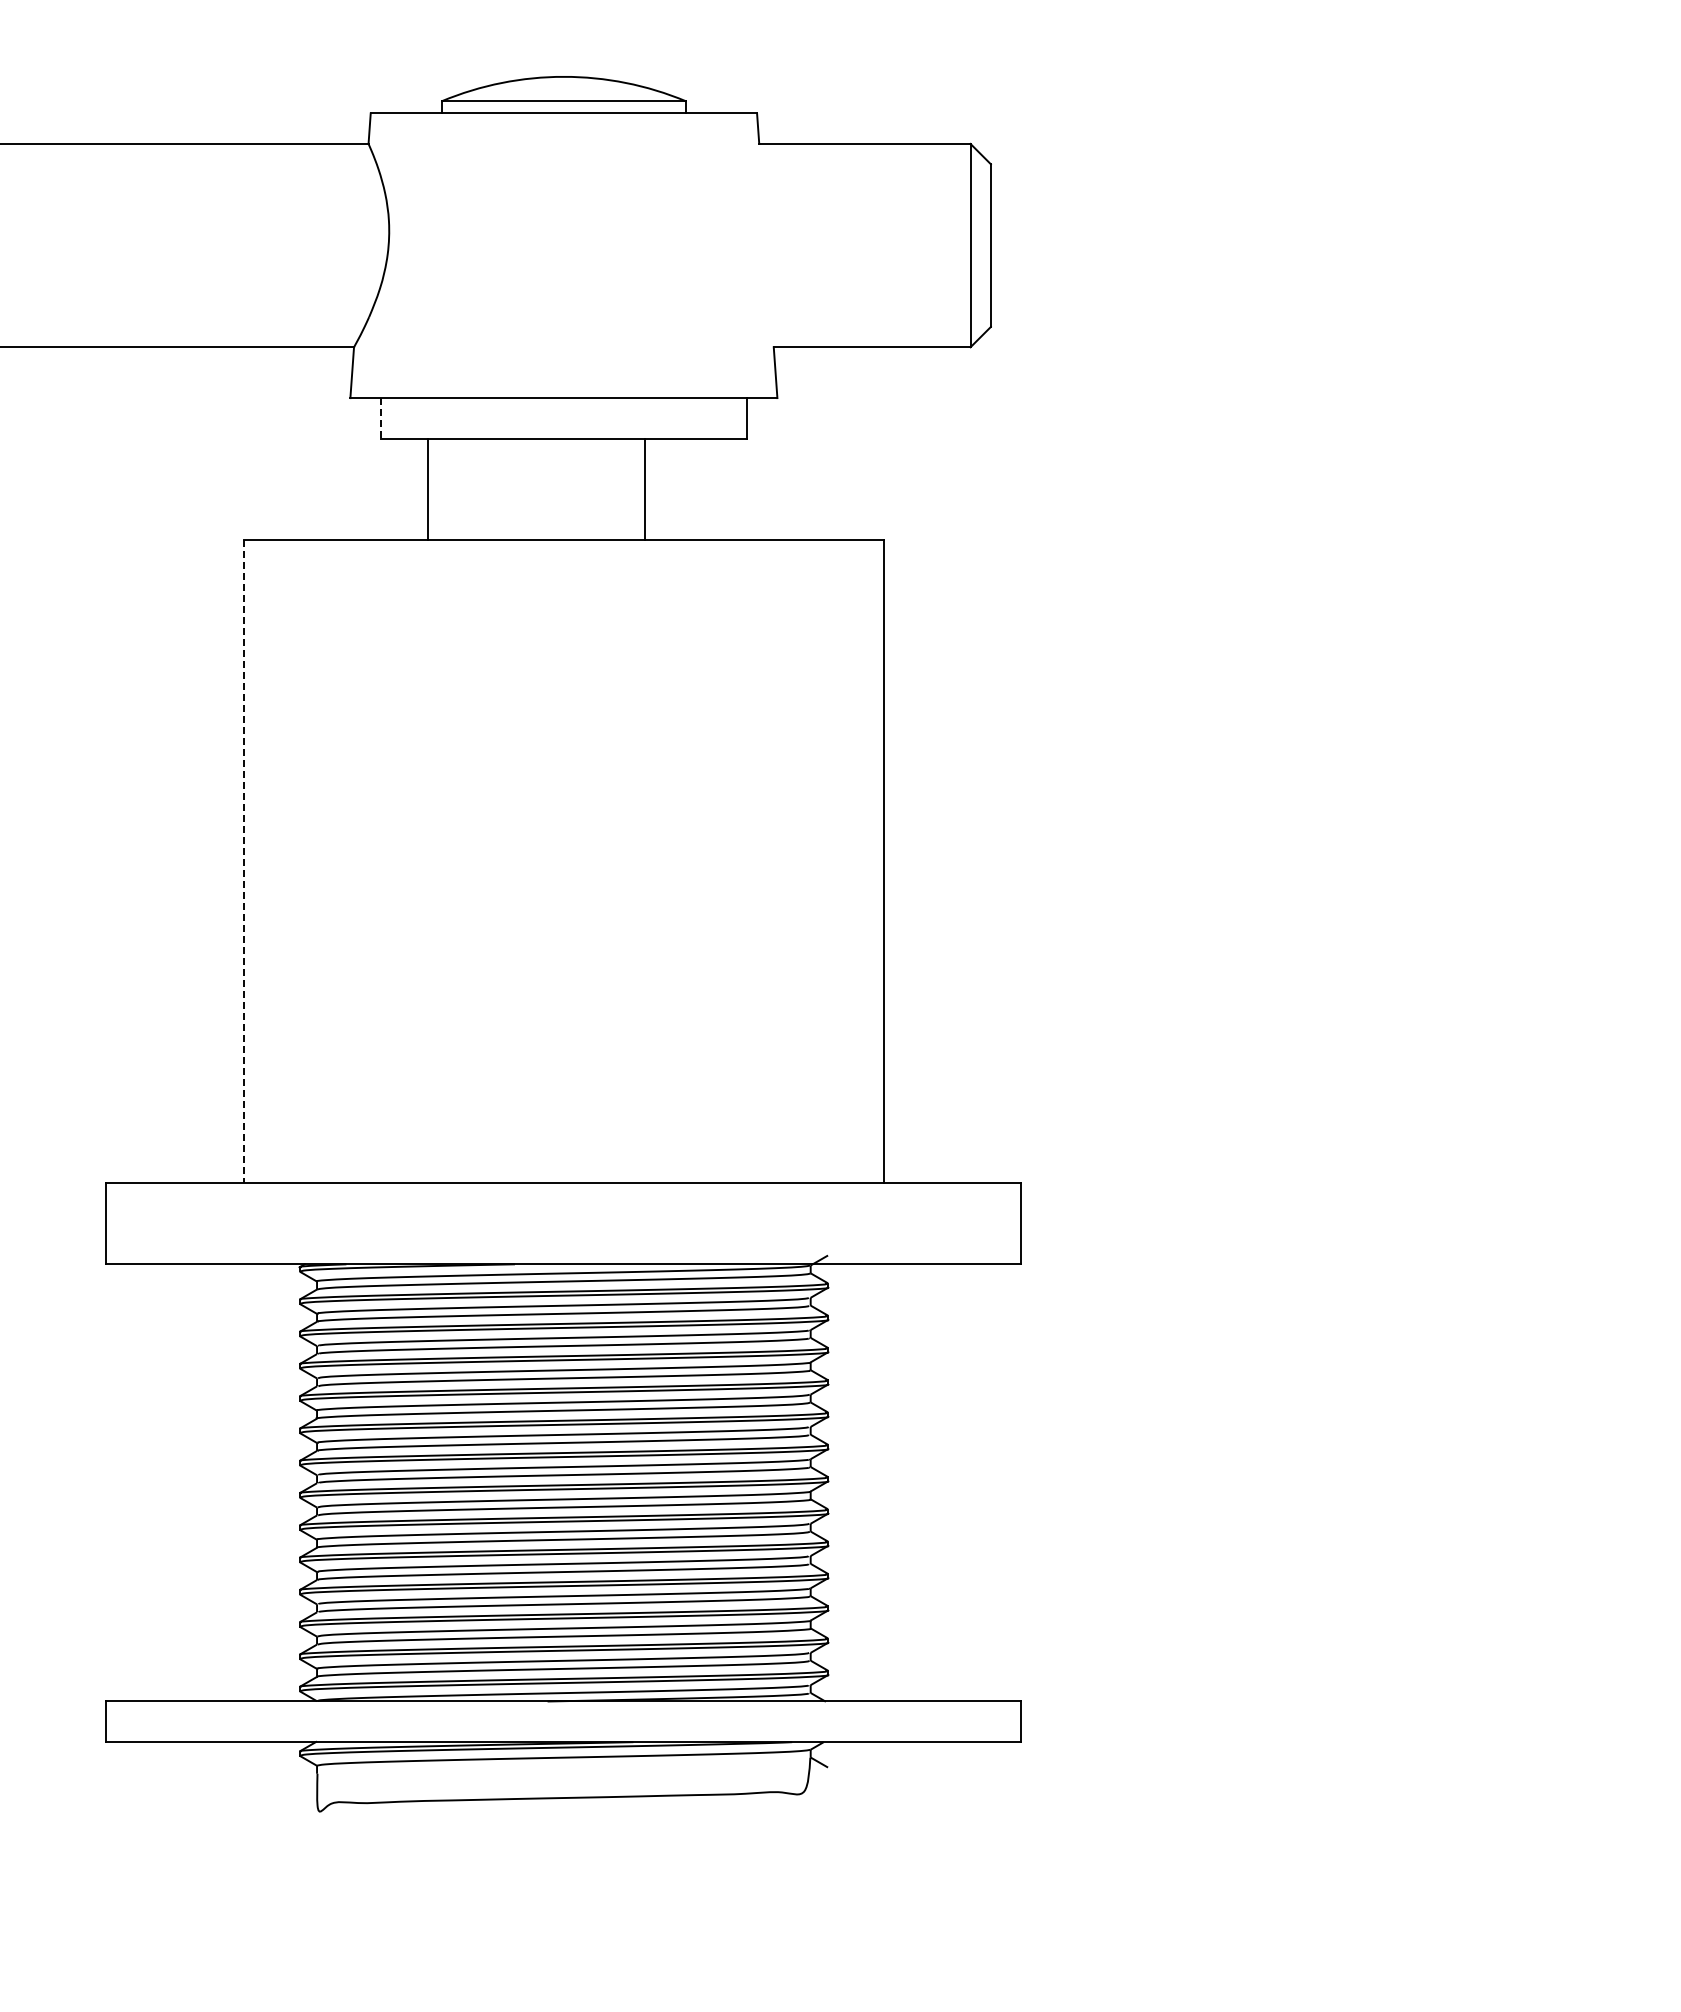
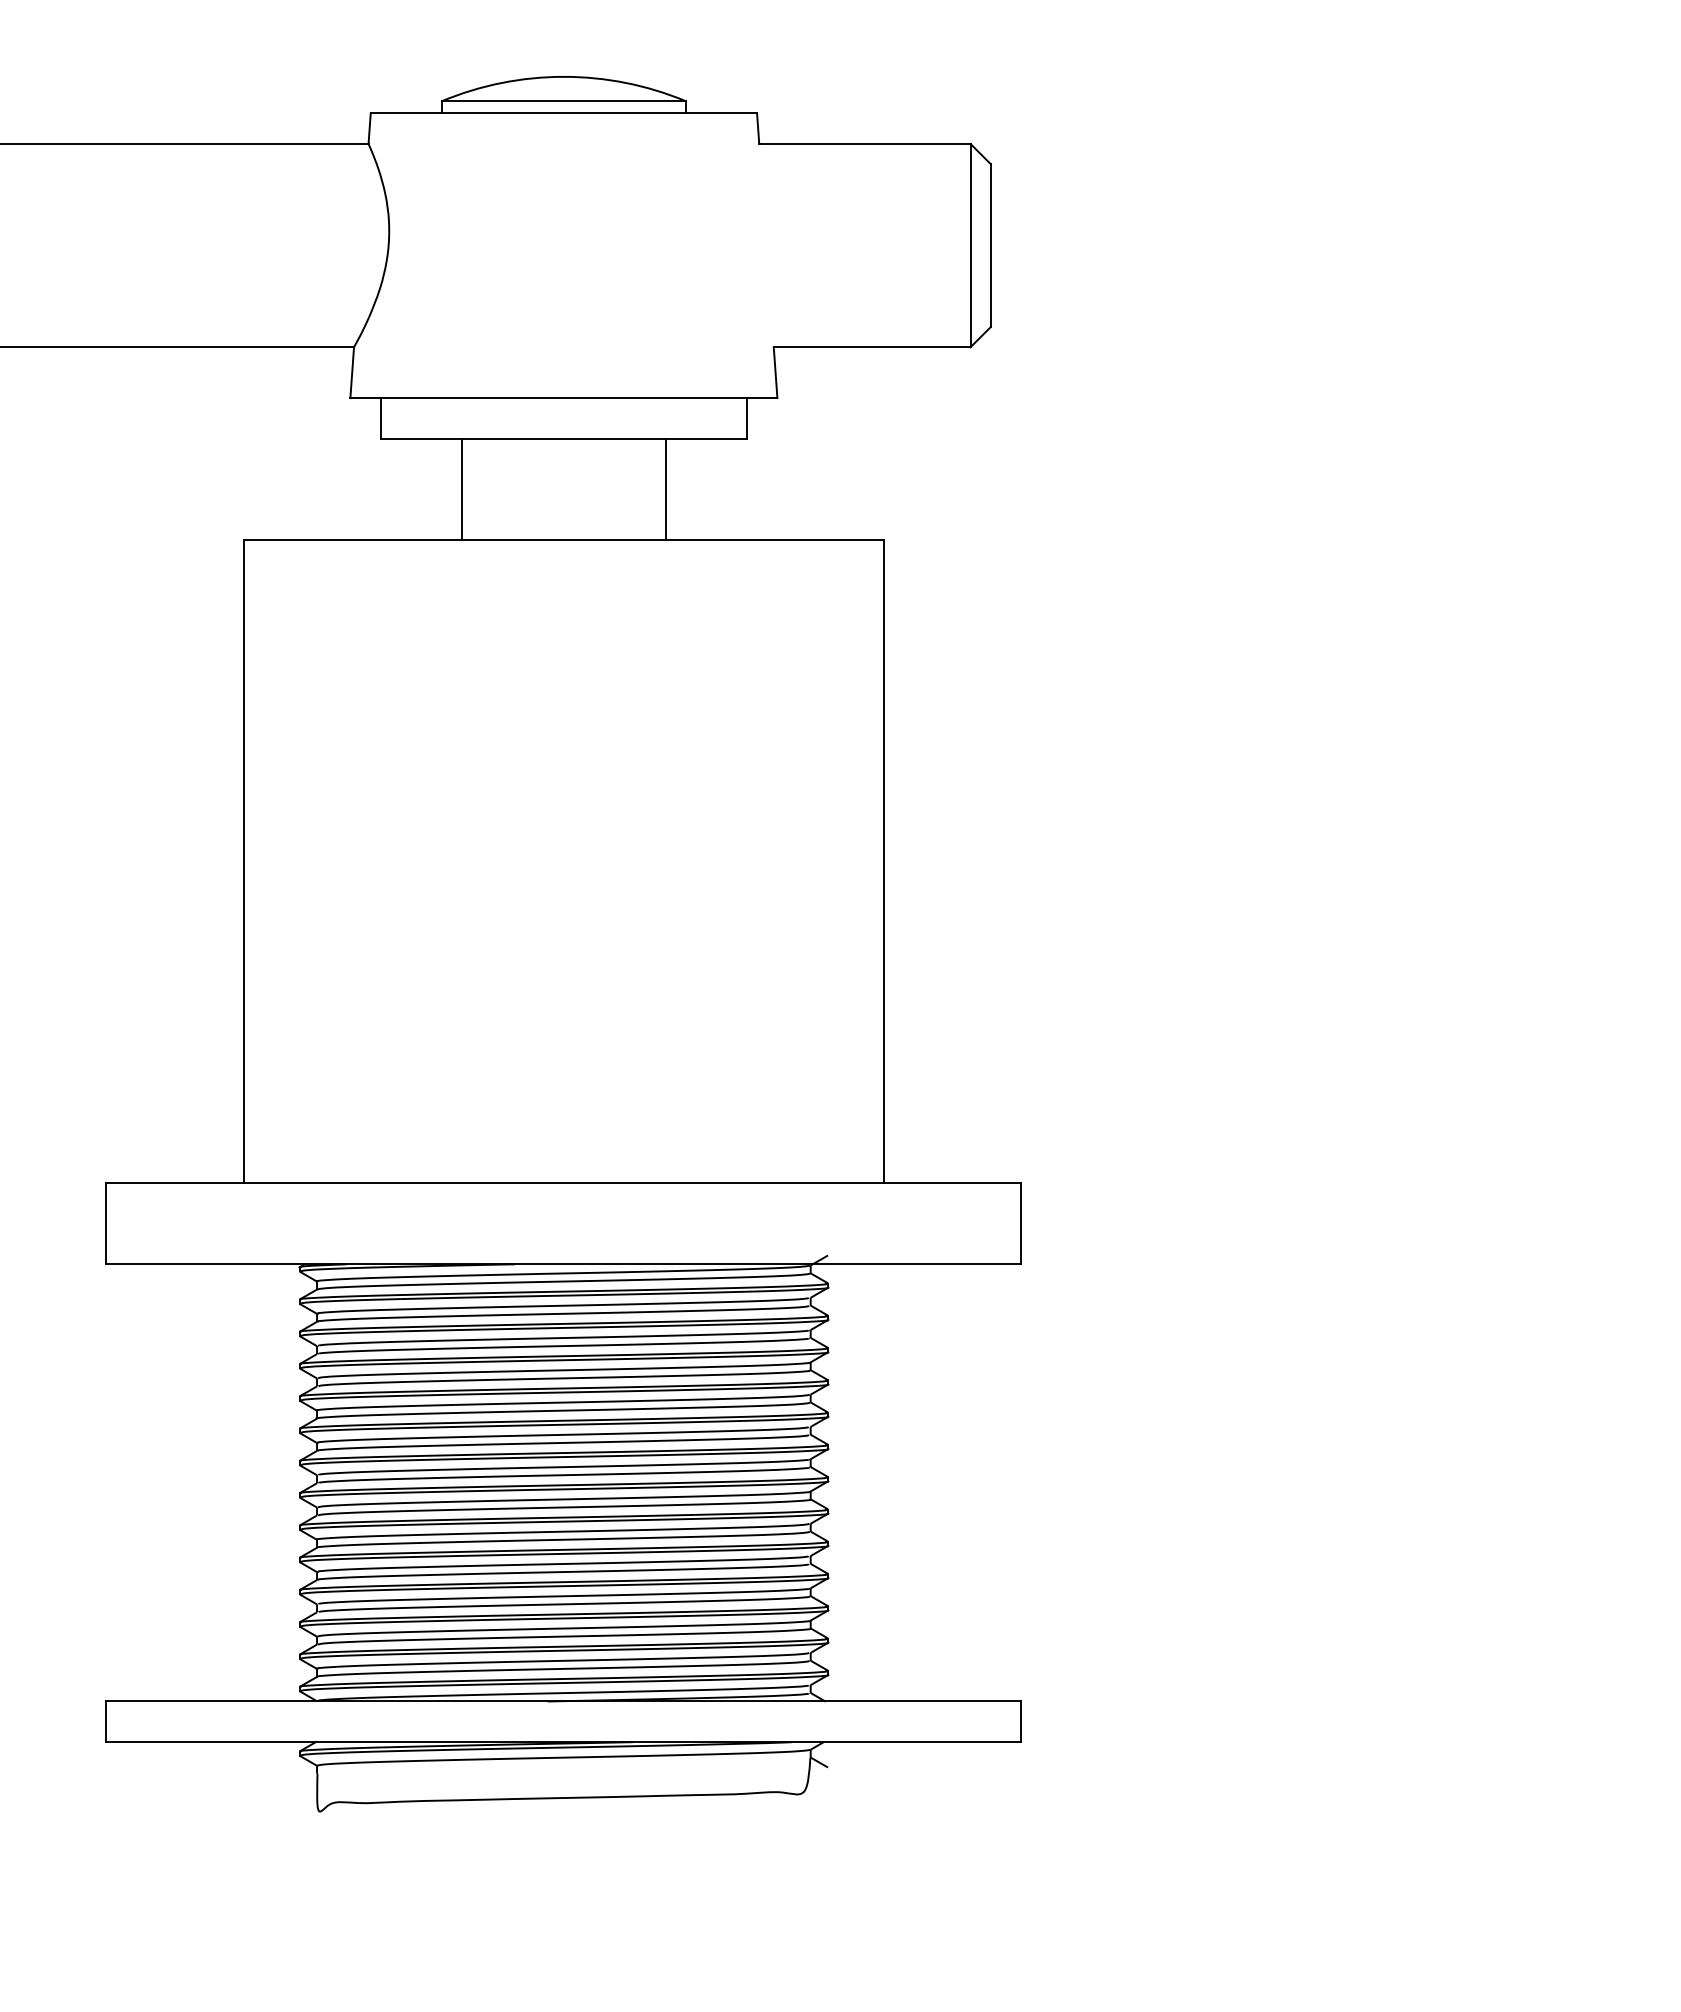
line at (380, 418): dashed -> solid
line at (428, 489) position: (428, 489) -> (462, 489)
line at (644, 489) position: (644, 489) -> (665, 489)
line at (243, 862): dashed -> solid
